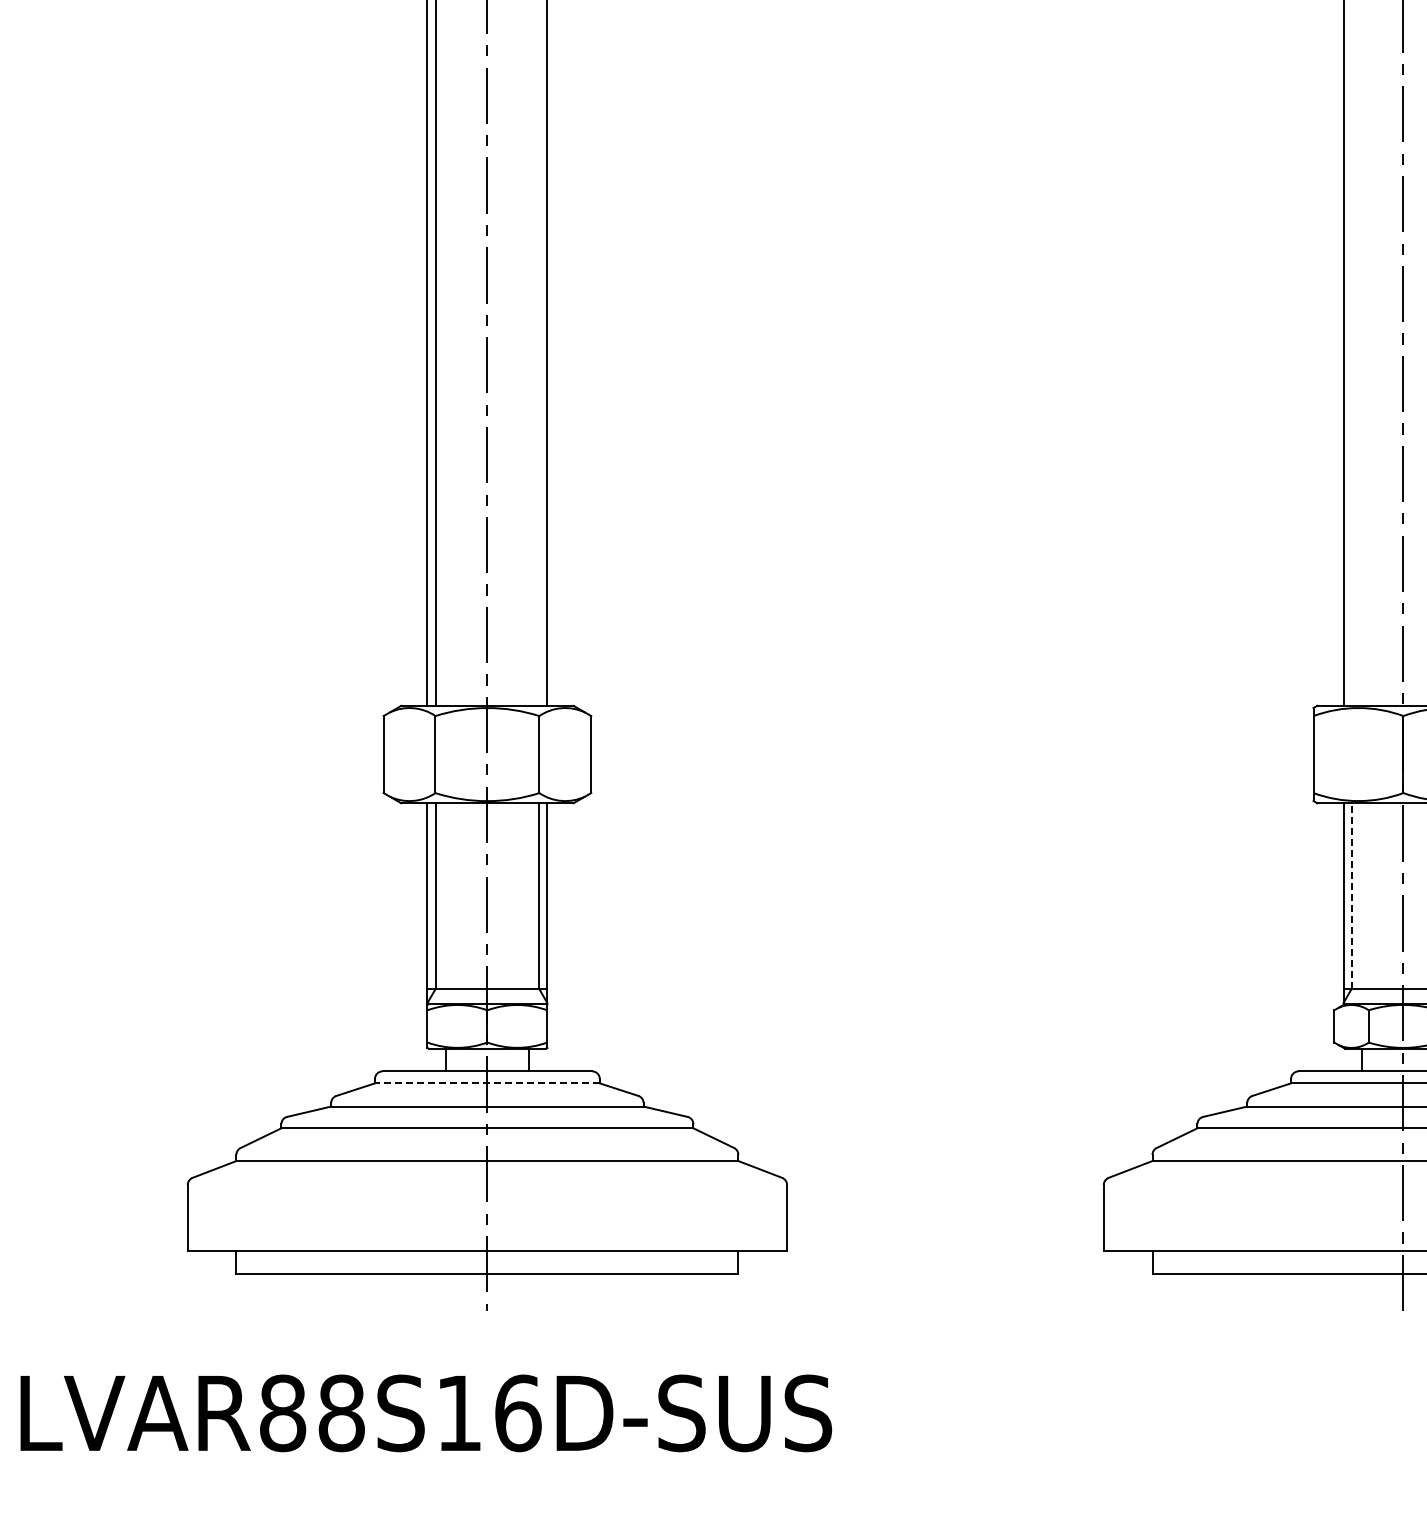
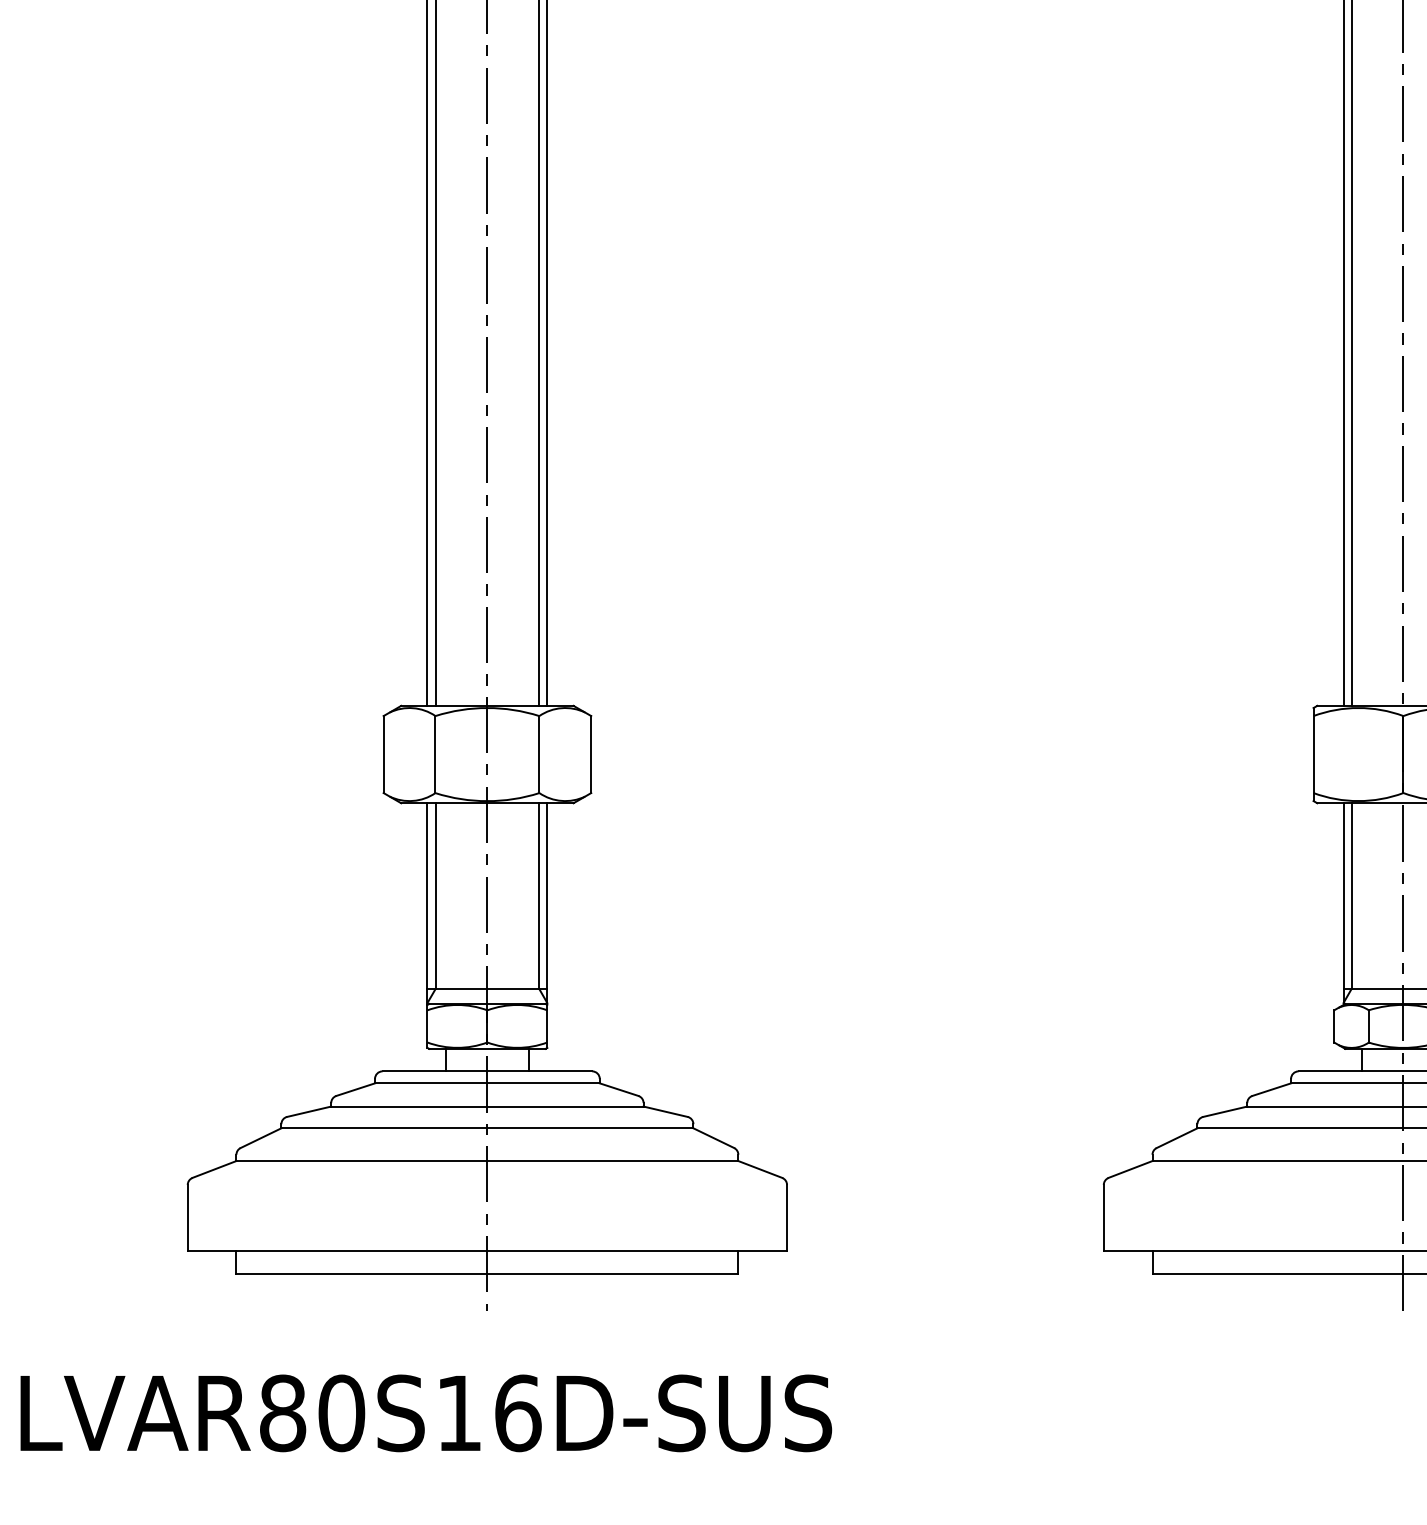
line at (539, 353): none -> present
line at (1351, 353): none -> present
line at (1351, 896): dashed -> solid
line at (486, 1083): dashed -> solid
text at (341, 1412): LVAR88S16D-SUS -> LVAR80S16D-SUS
